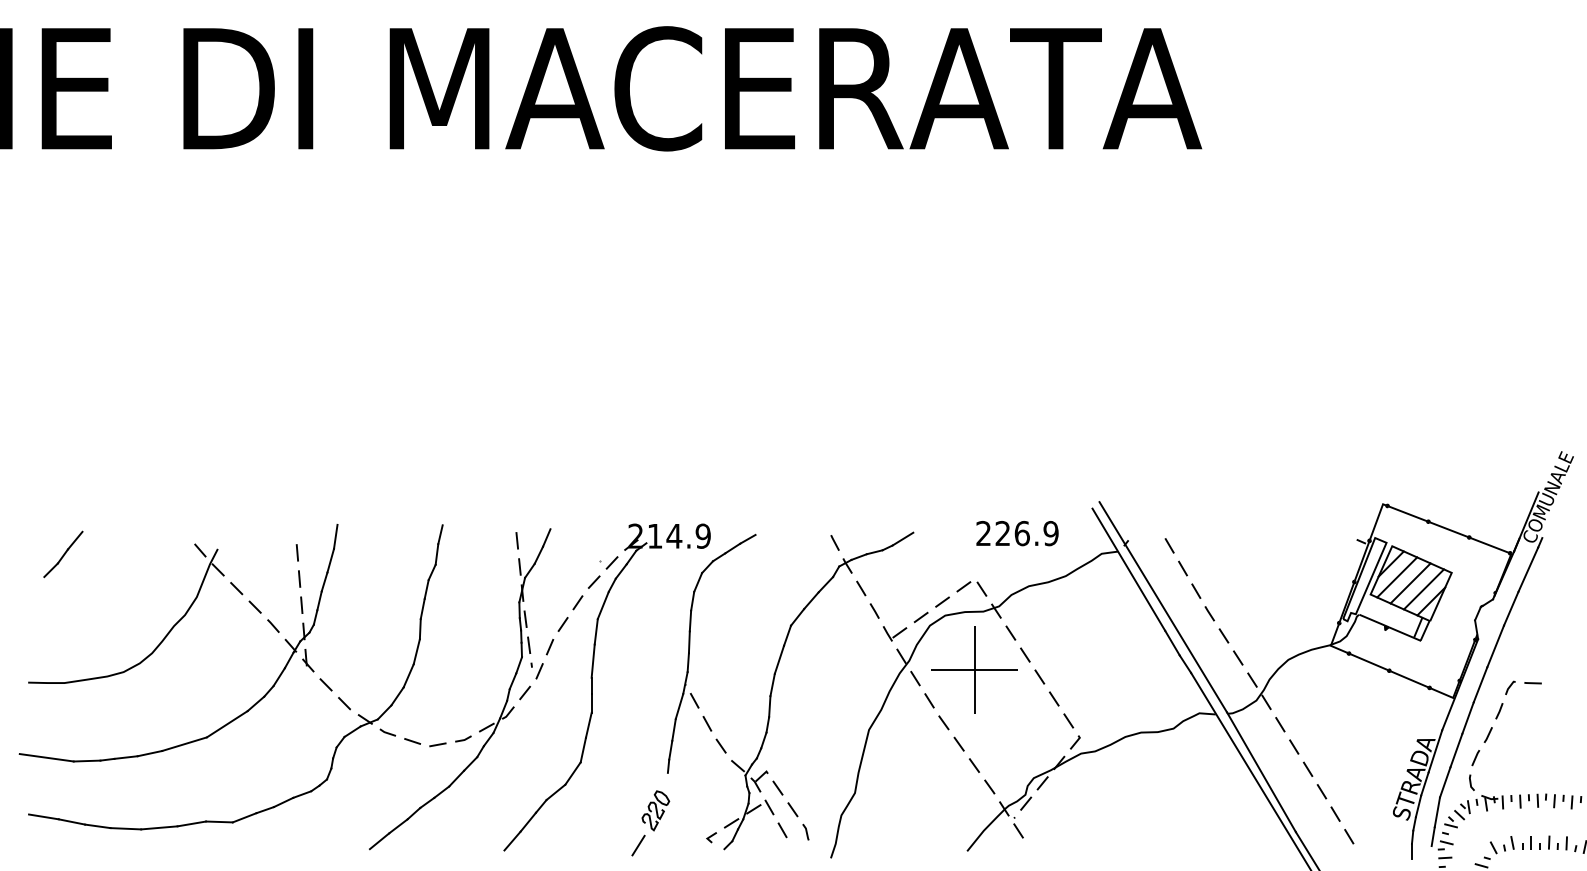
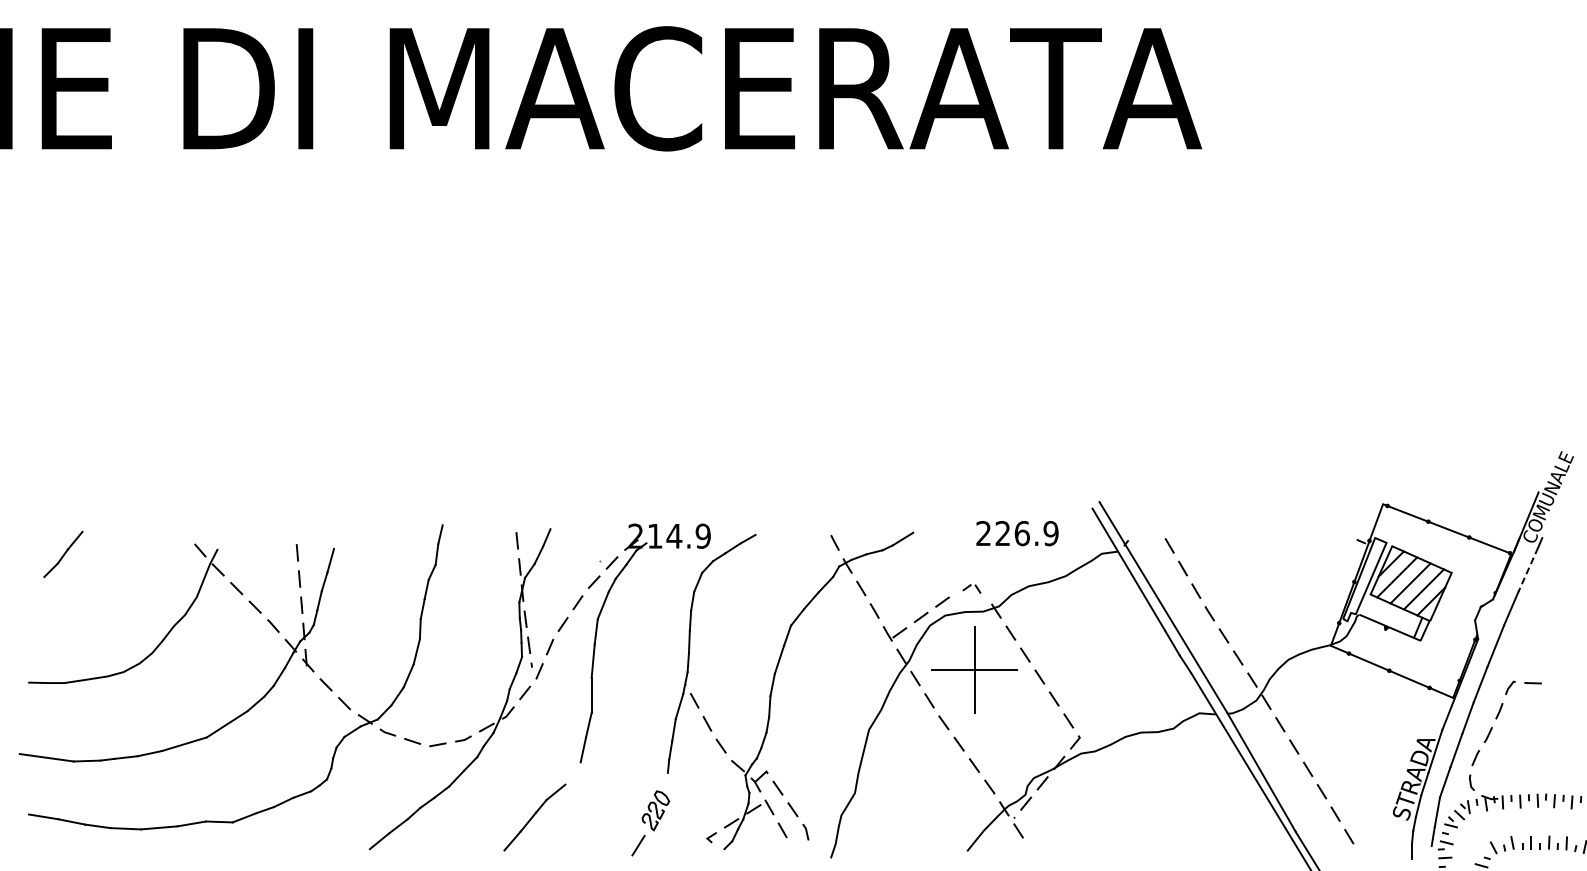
line at (335, 536): present -> none
line at (1528, 570): solid -> dashed
part at (971, 588) size: 32x16 px -> 20x10 px
line at (572, 773): present -> none
